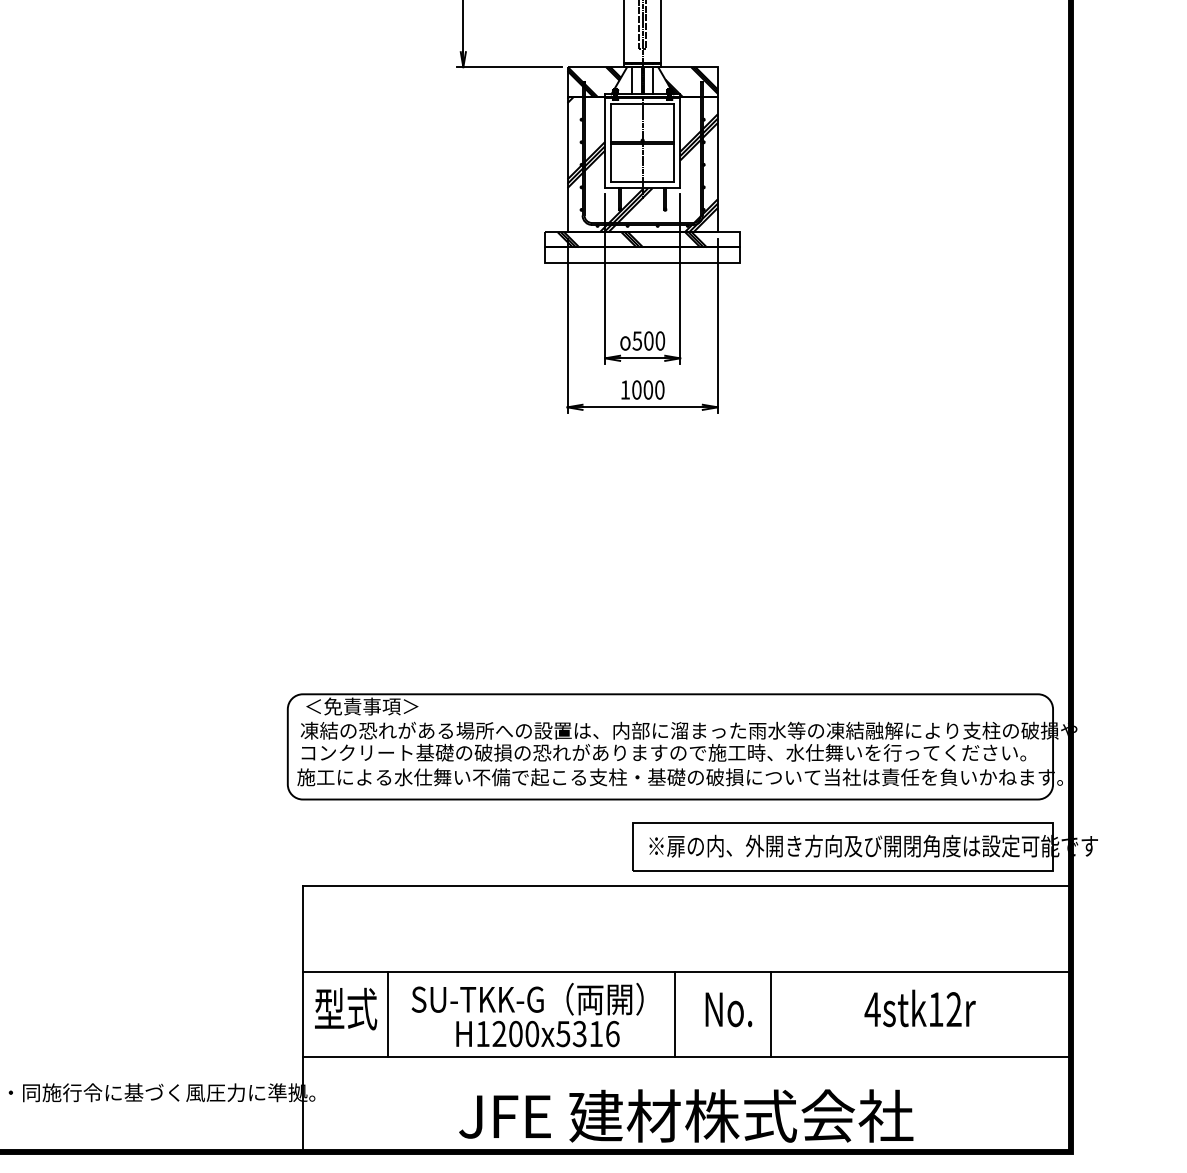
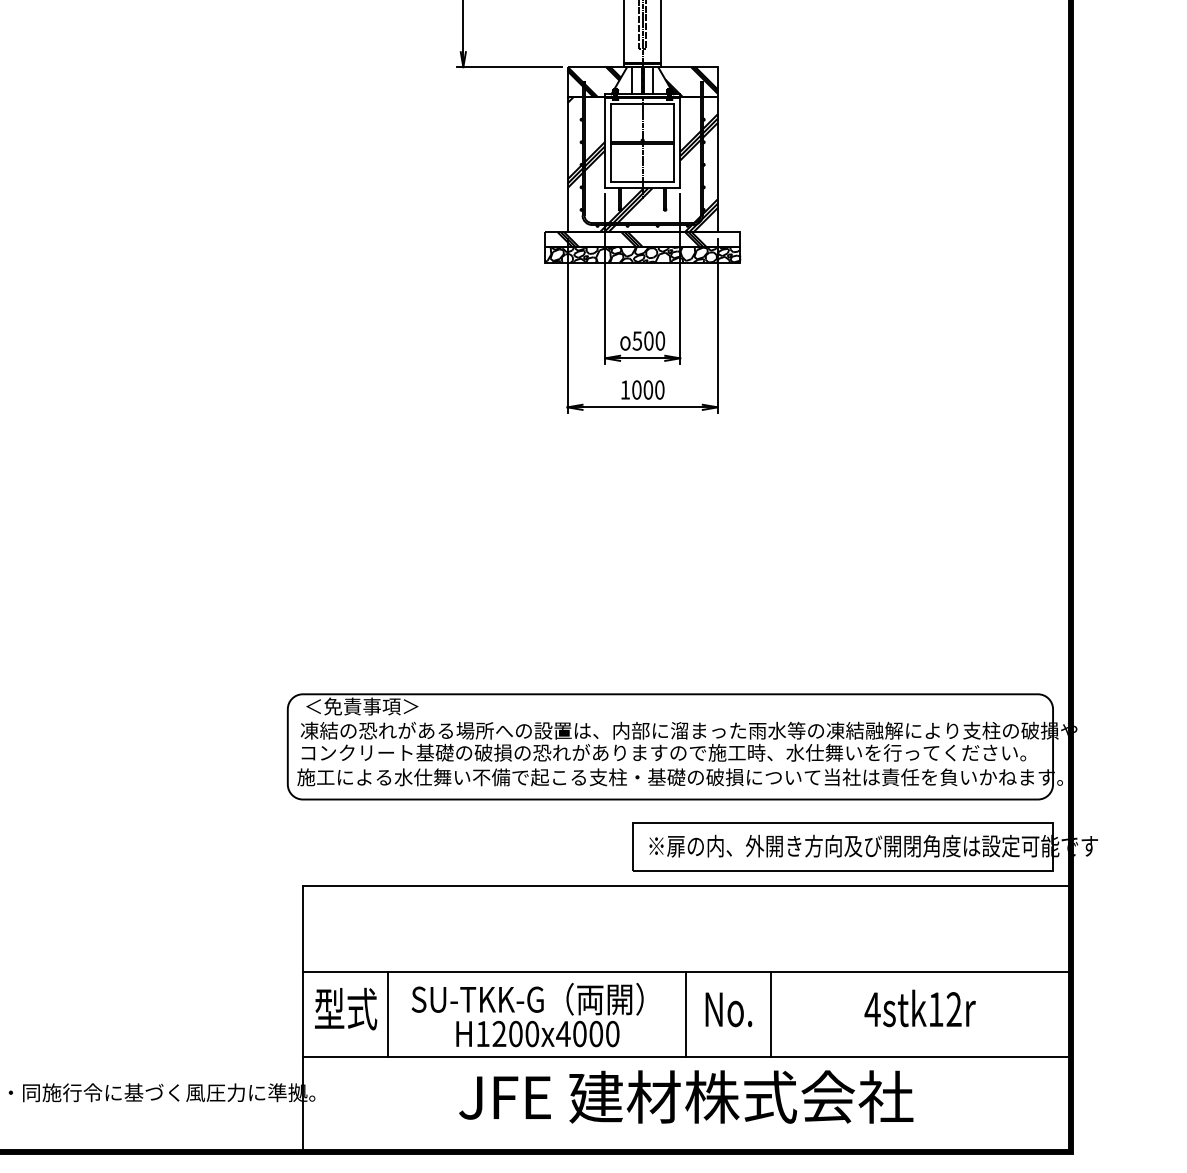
hatch at (642, 254): none -> present
line at (675, 1013) position: (675, 1013) -> (686, 1013)
text at (587, 1033): H1200x5316 -> H1200x4000
text at (686, 1115) position: (686, 1115) -> (686, 1096)
